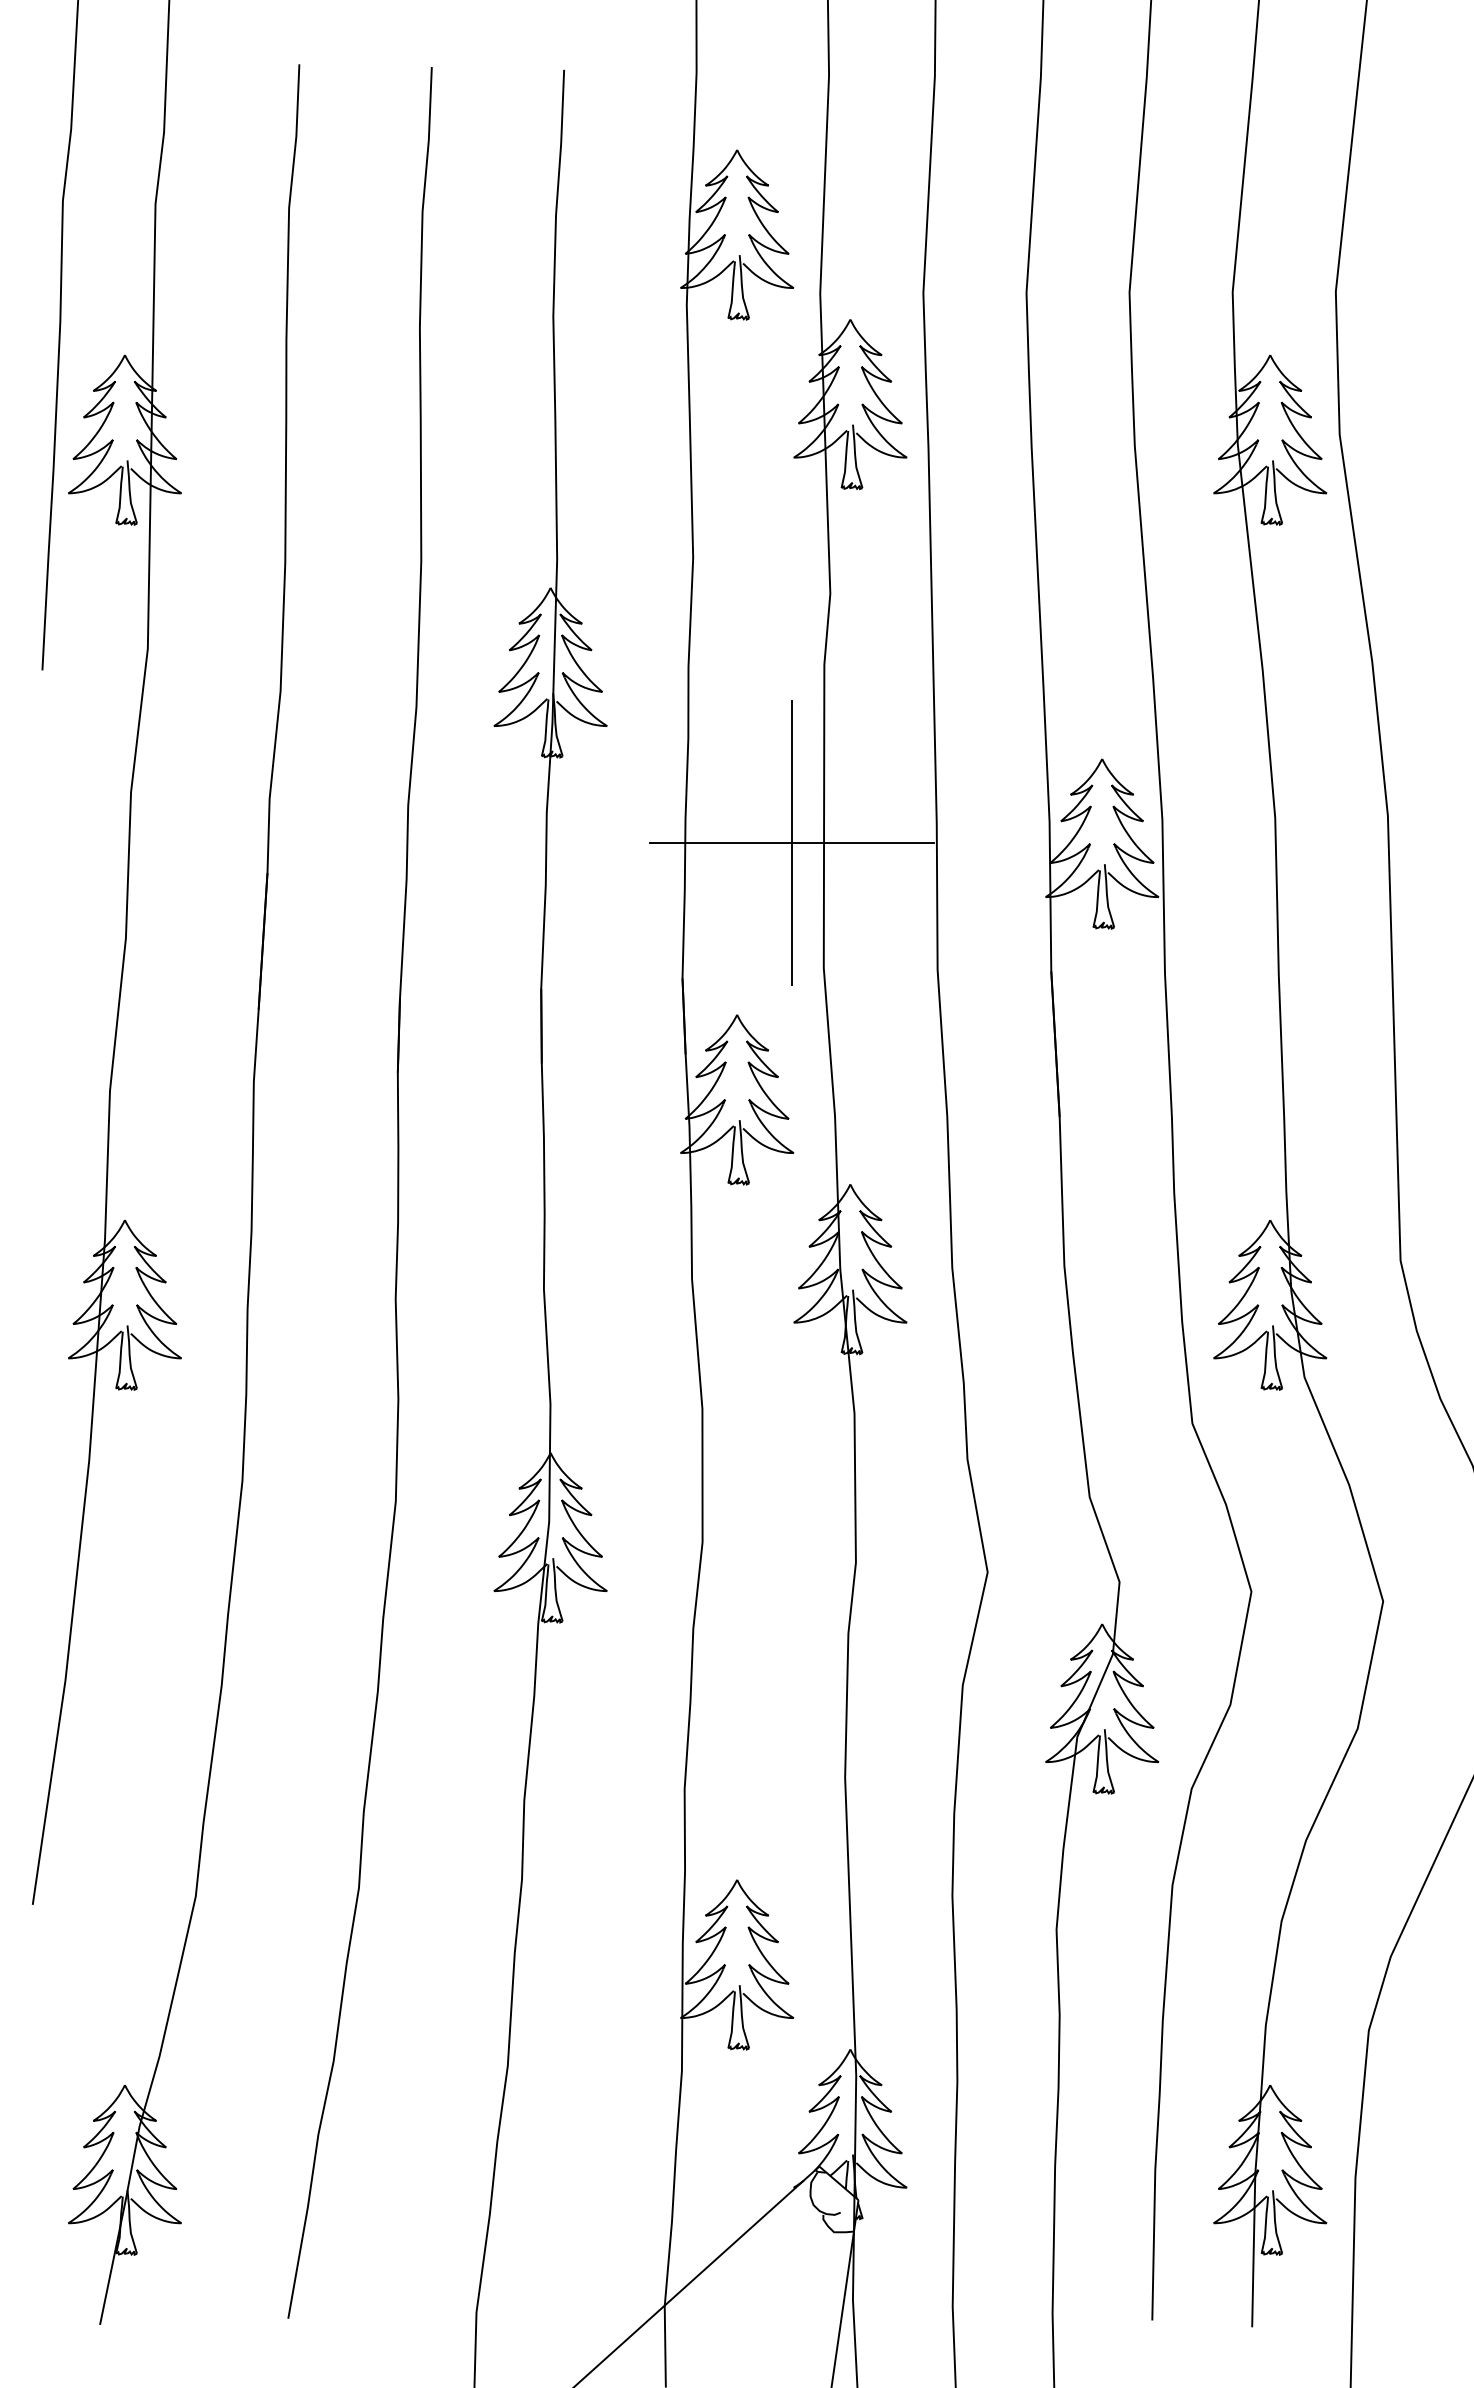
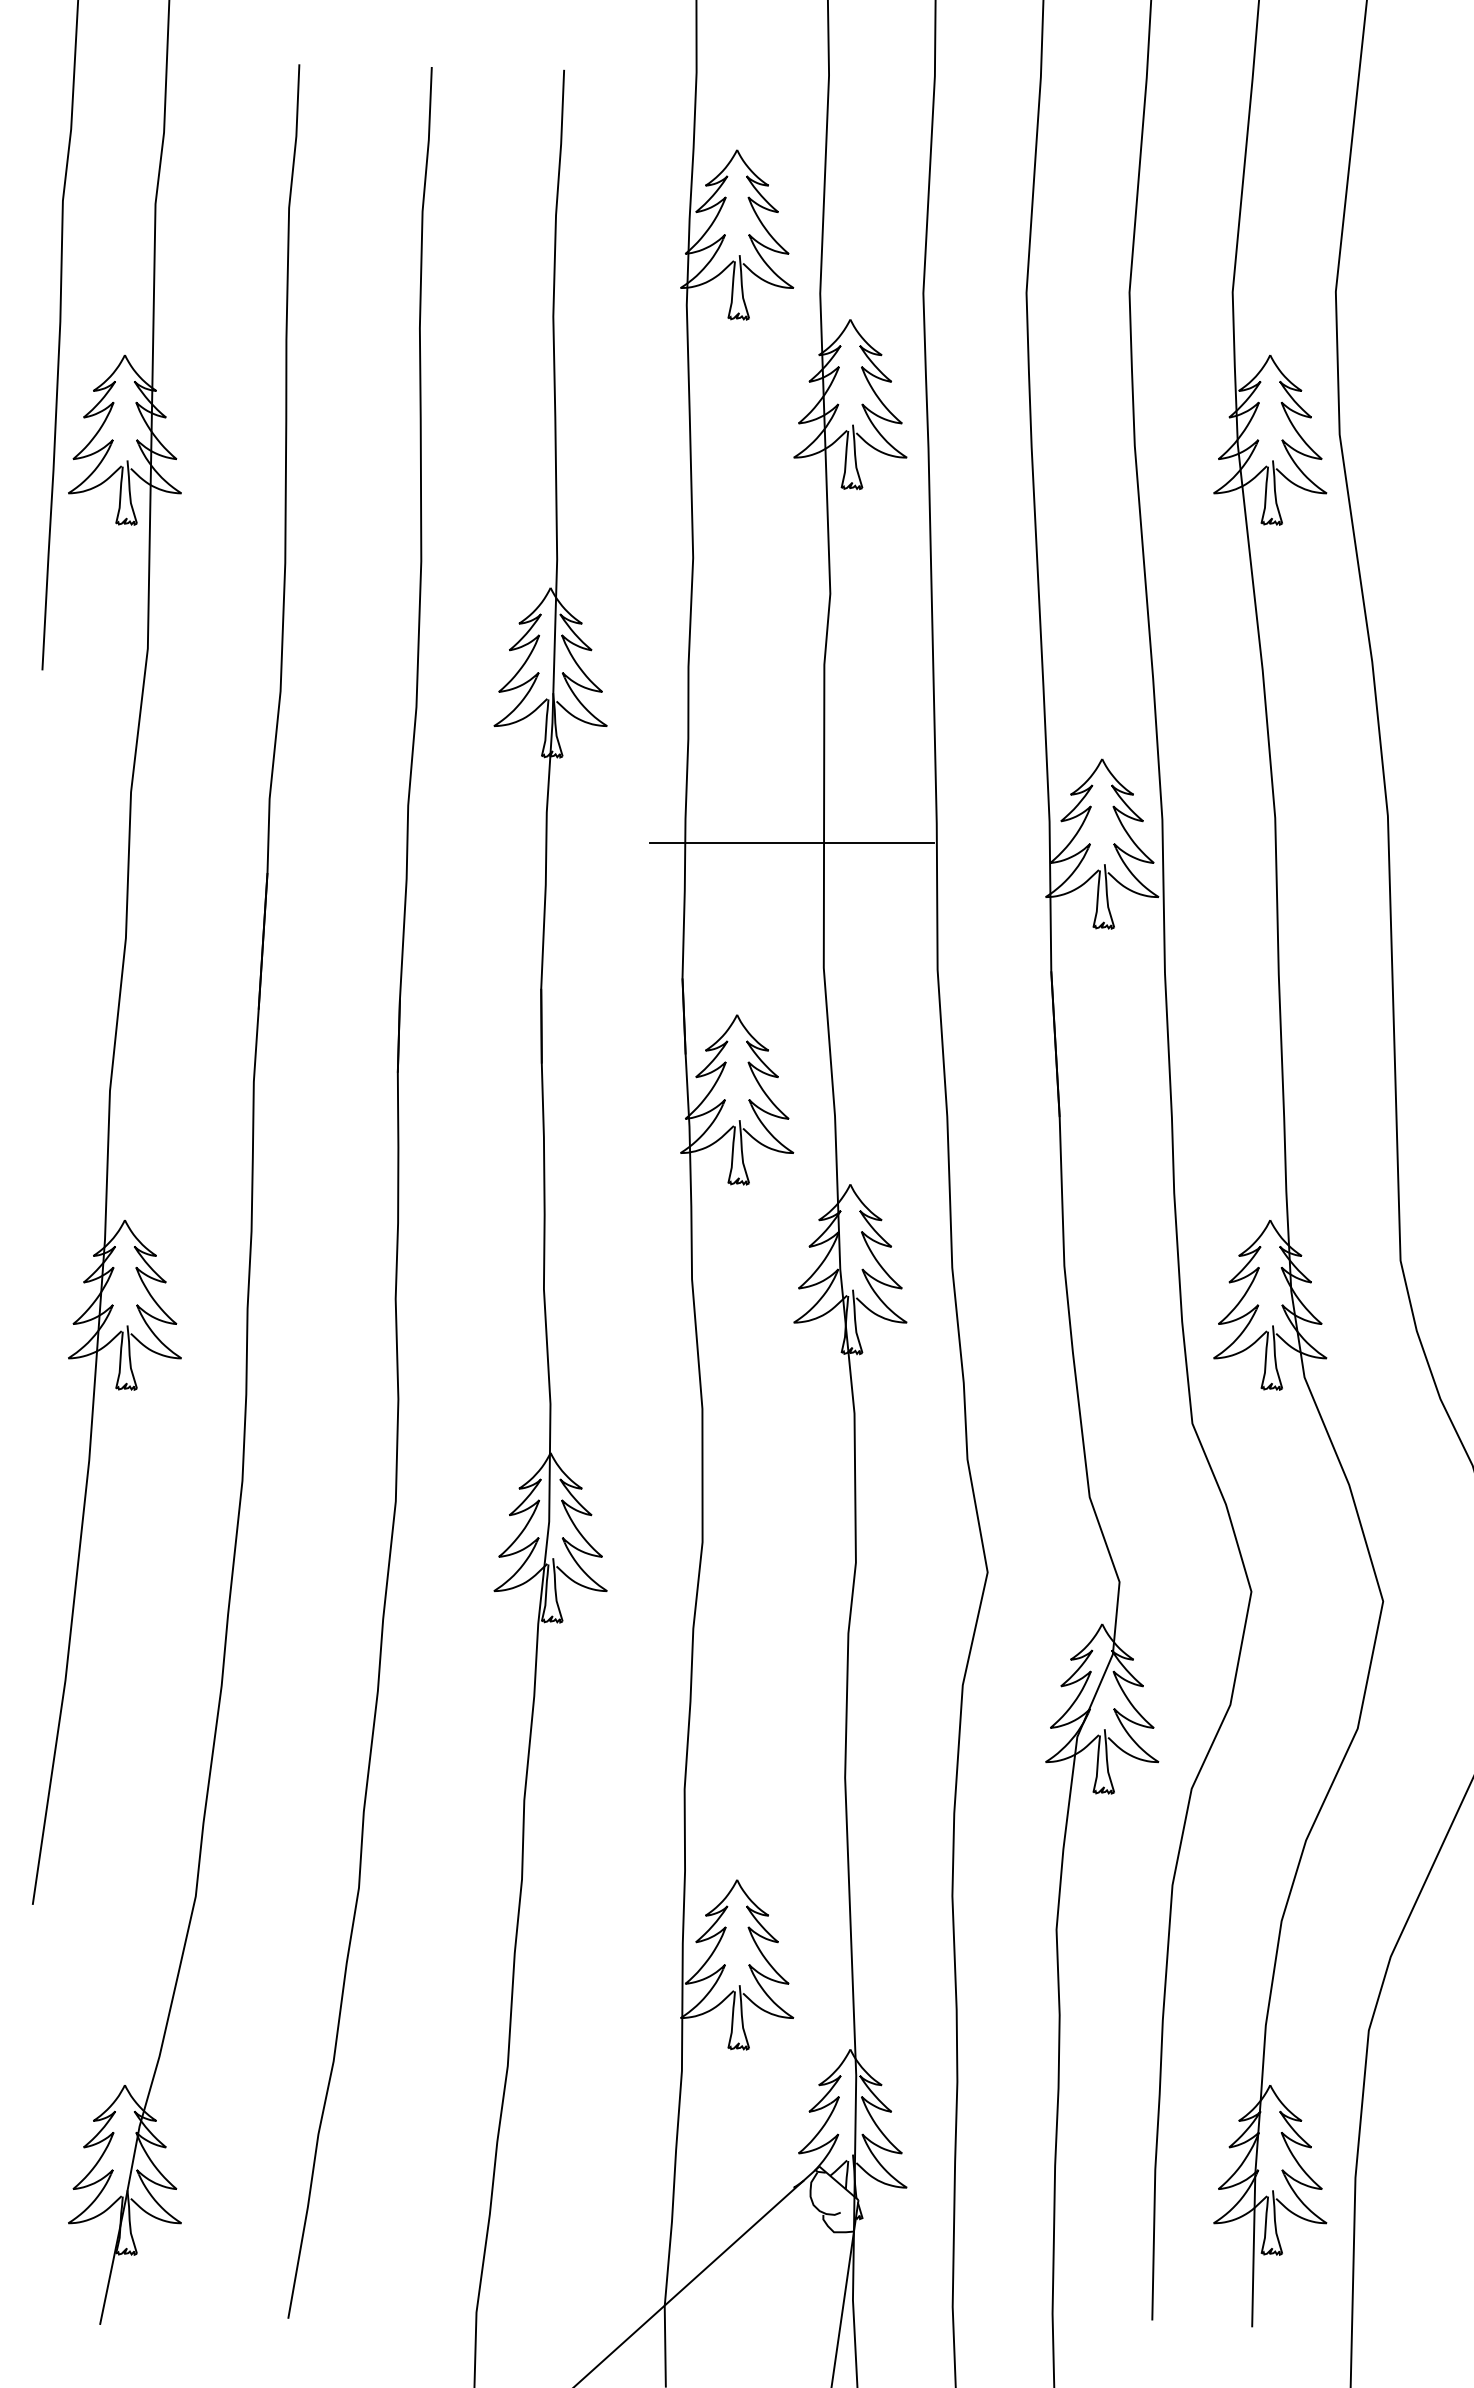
line at (792, 842): present -> none
